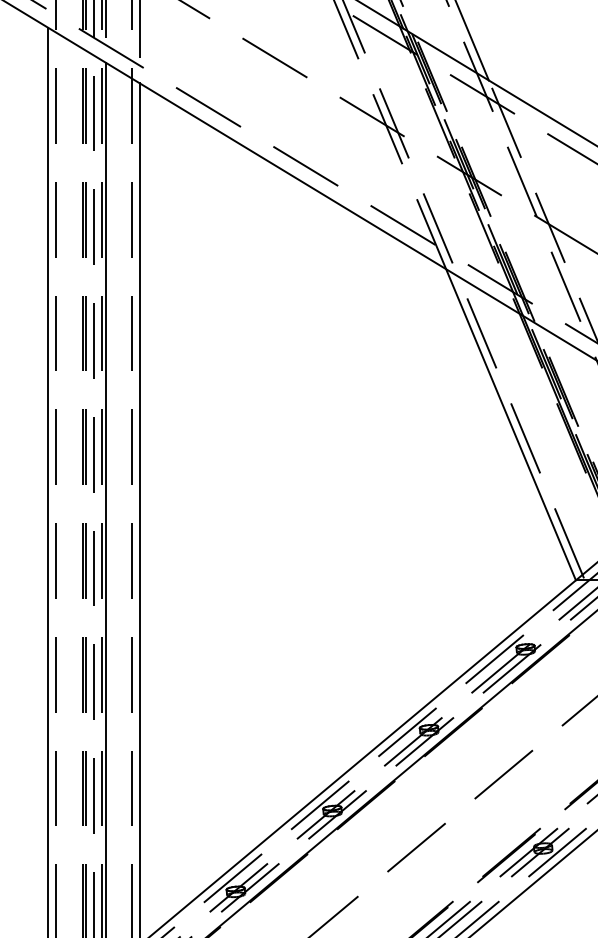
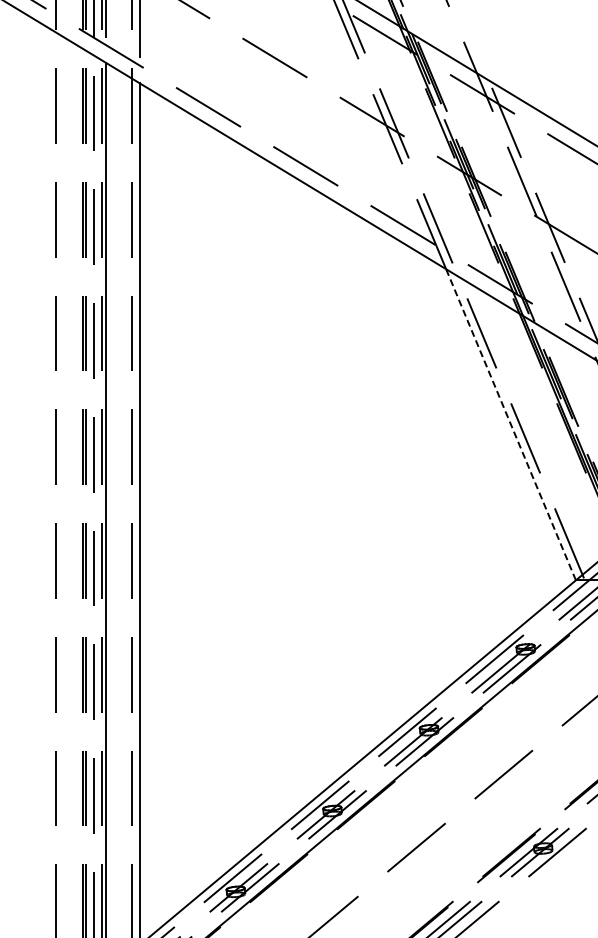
line at (472, 41): present -> none
line at (511, 424): solid -> dashed
line at (48, 480): present -> none
line at (533, 883): present -> none
